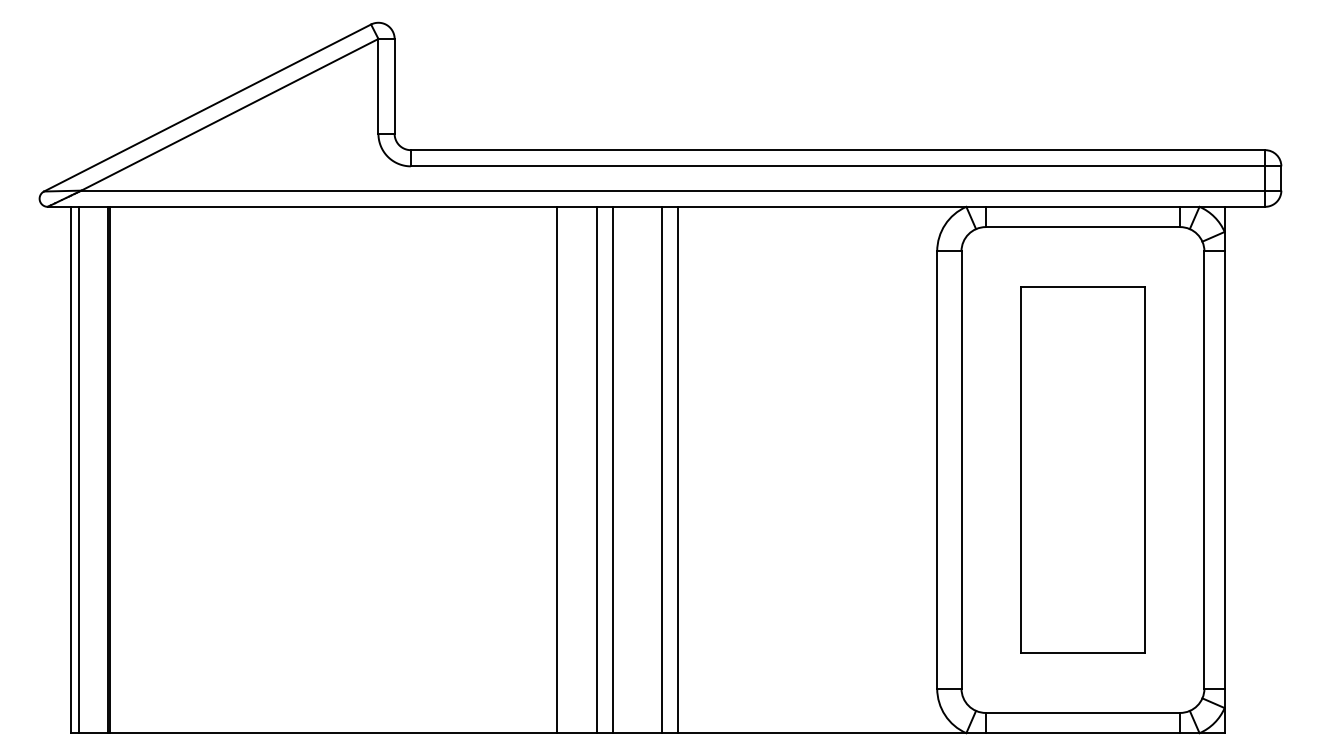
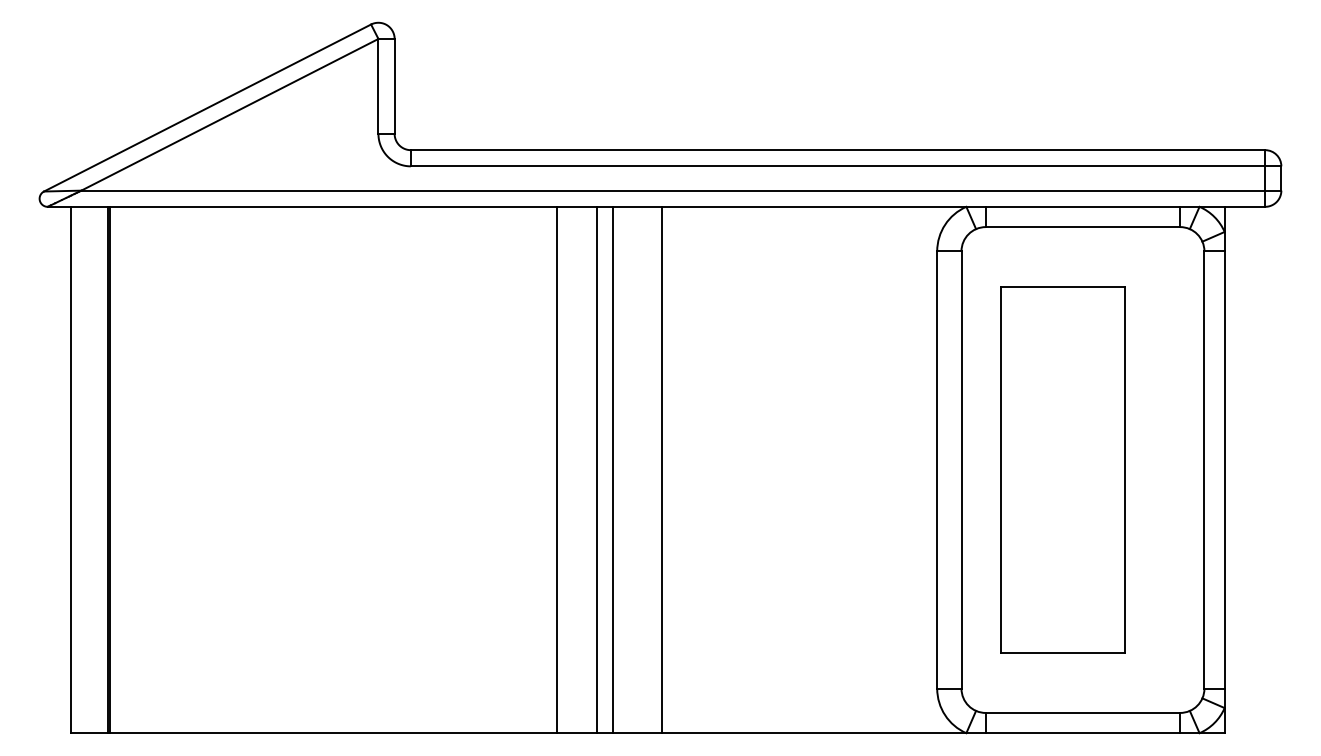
line at (78, 469): present -> none
line at (678, 469): present -> none
part at (1082, 469) position: (1082, 469) -> (1062, 469)
